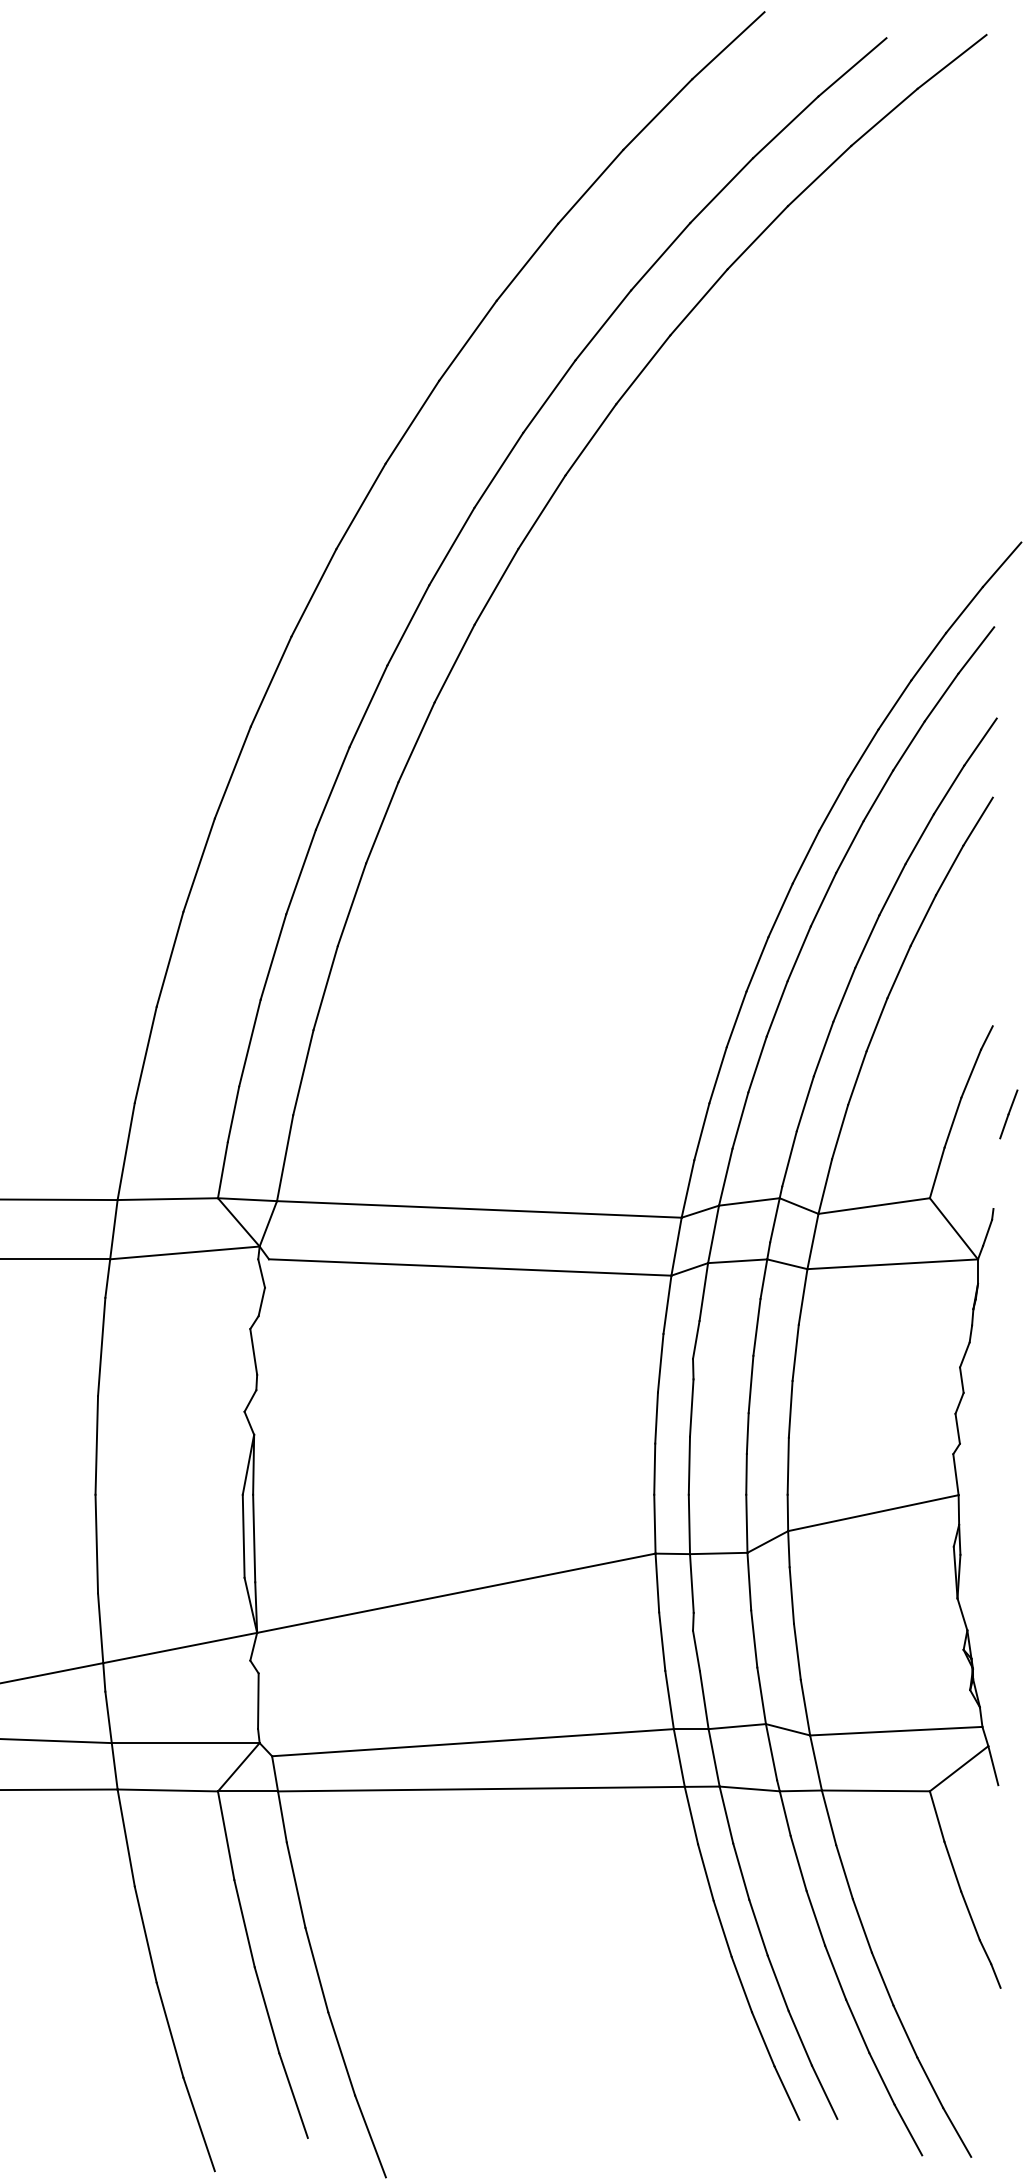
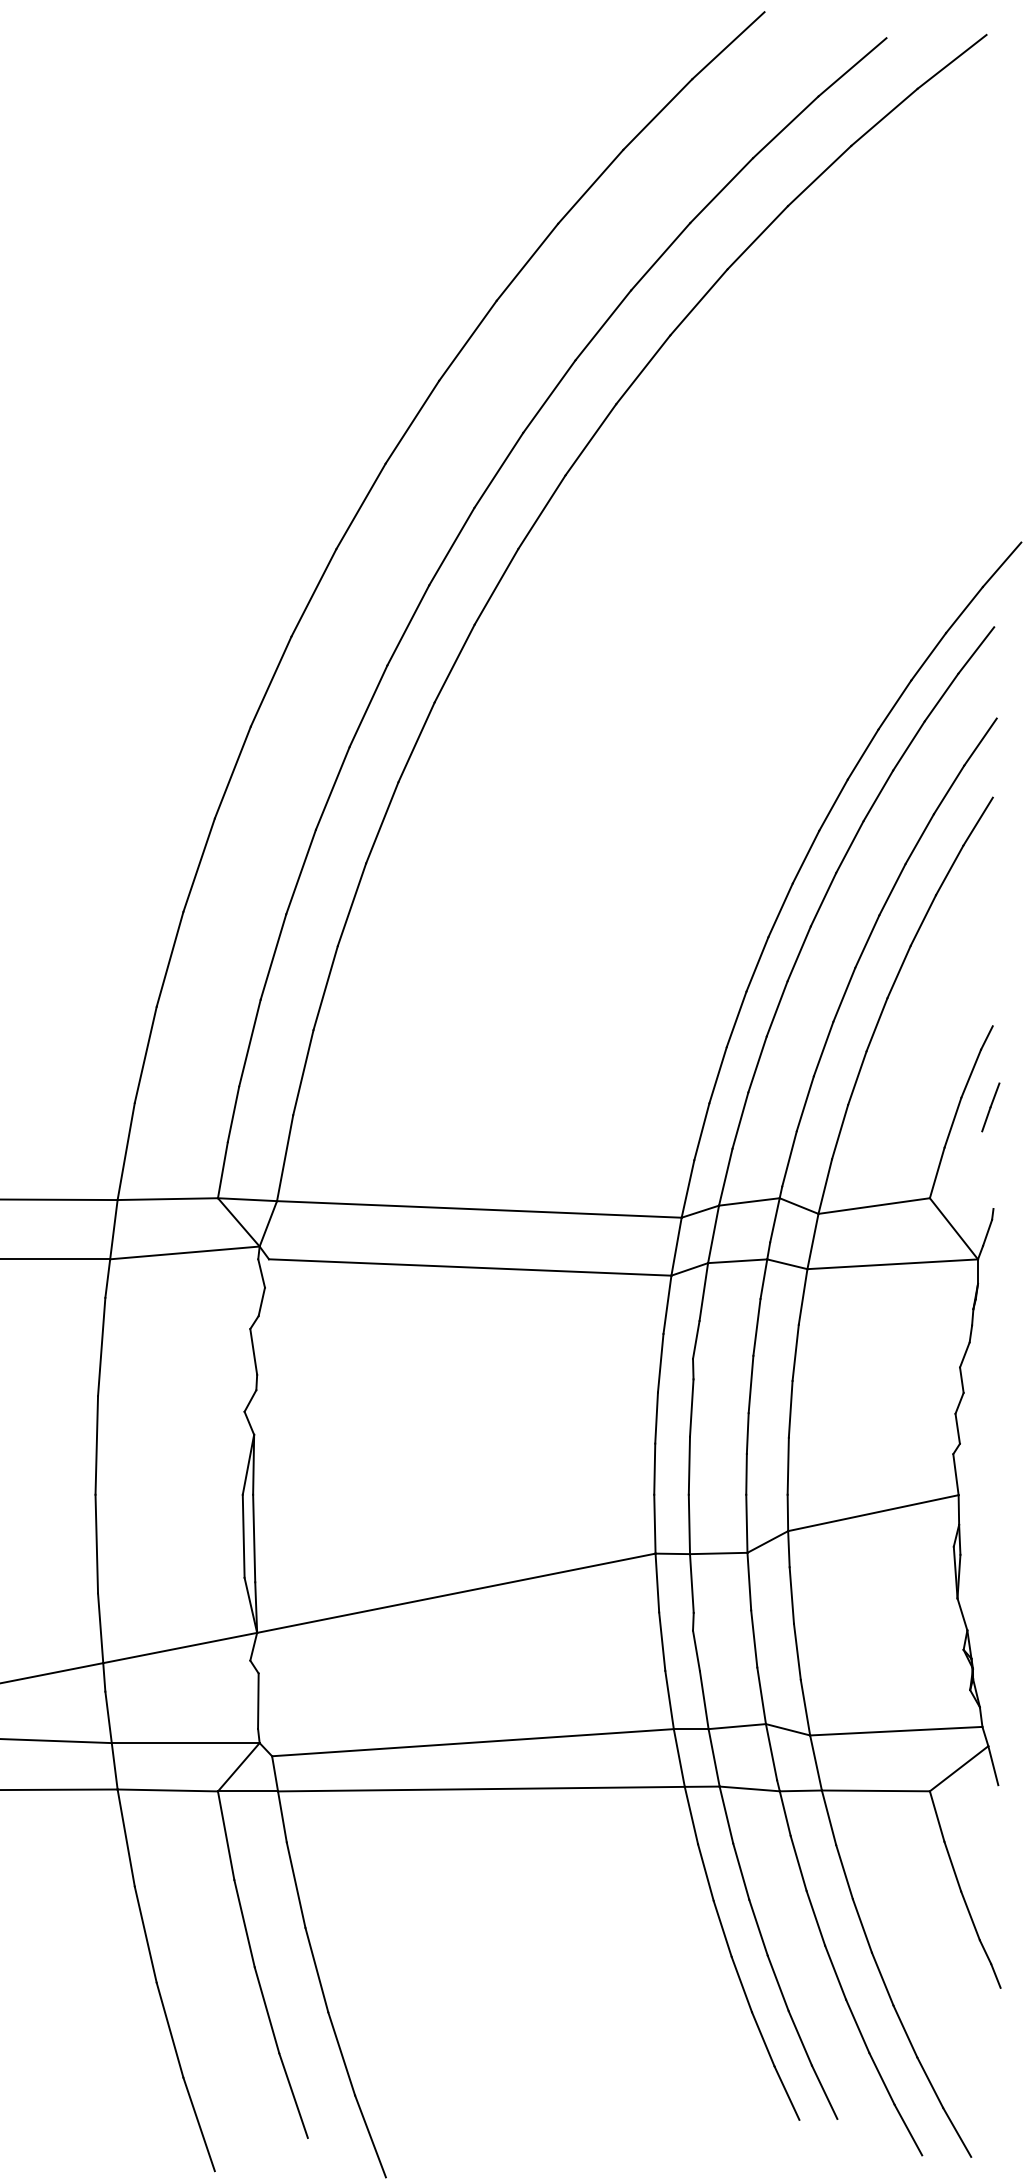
line at (1008, 1114) position: (1008, 1114) -> (990, 1107)
